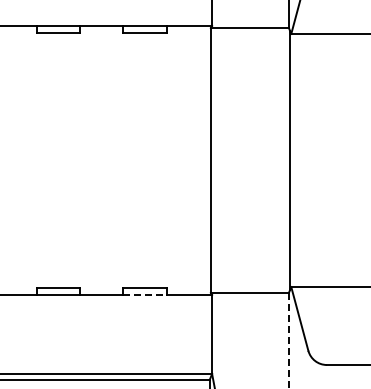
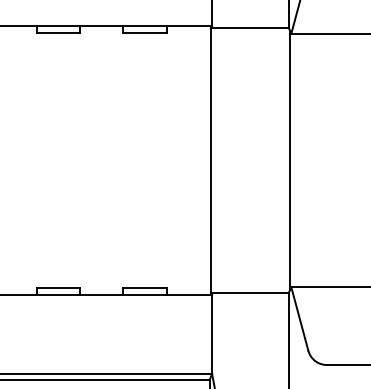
line at (144, 294): dashed -> solid
line at (288, 340): dashed -> solid
